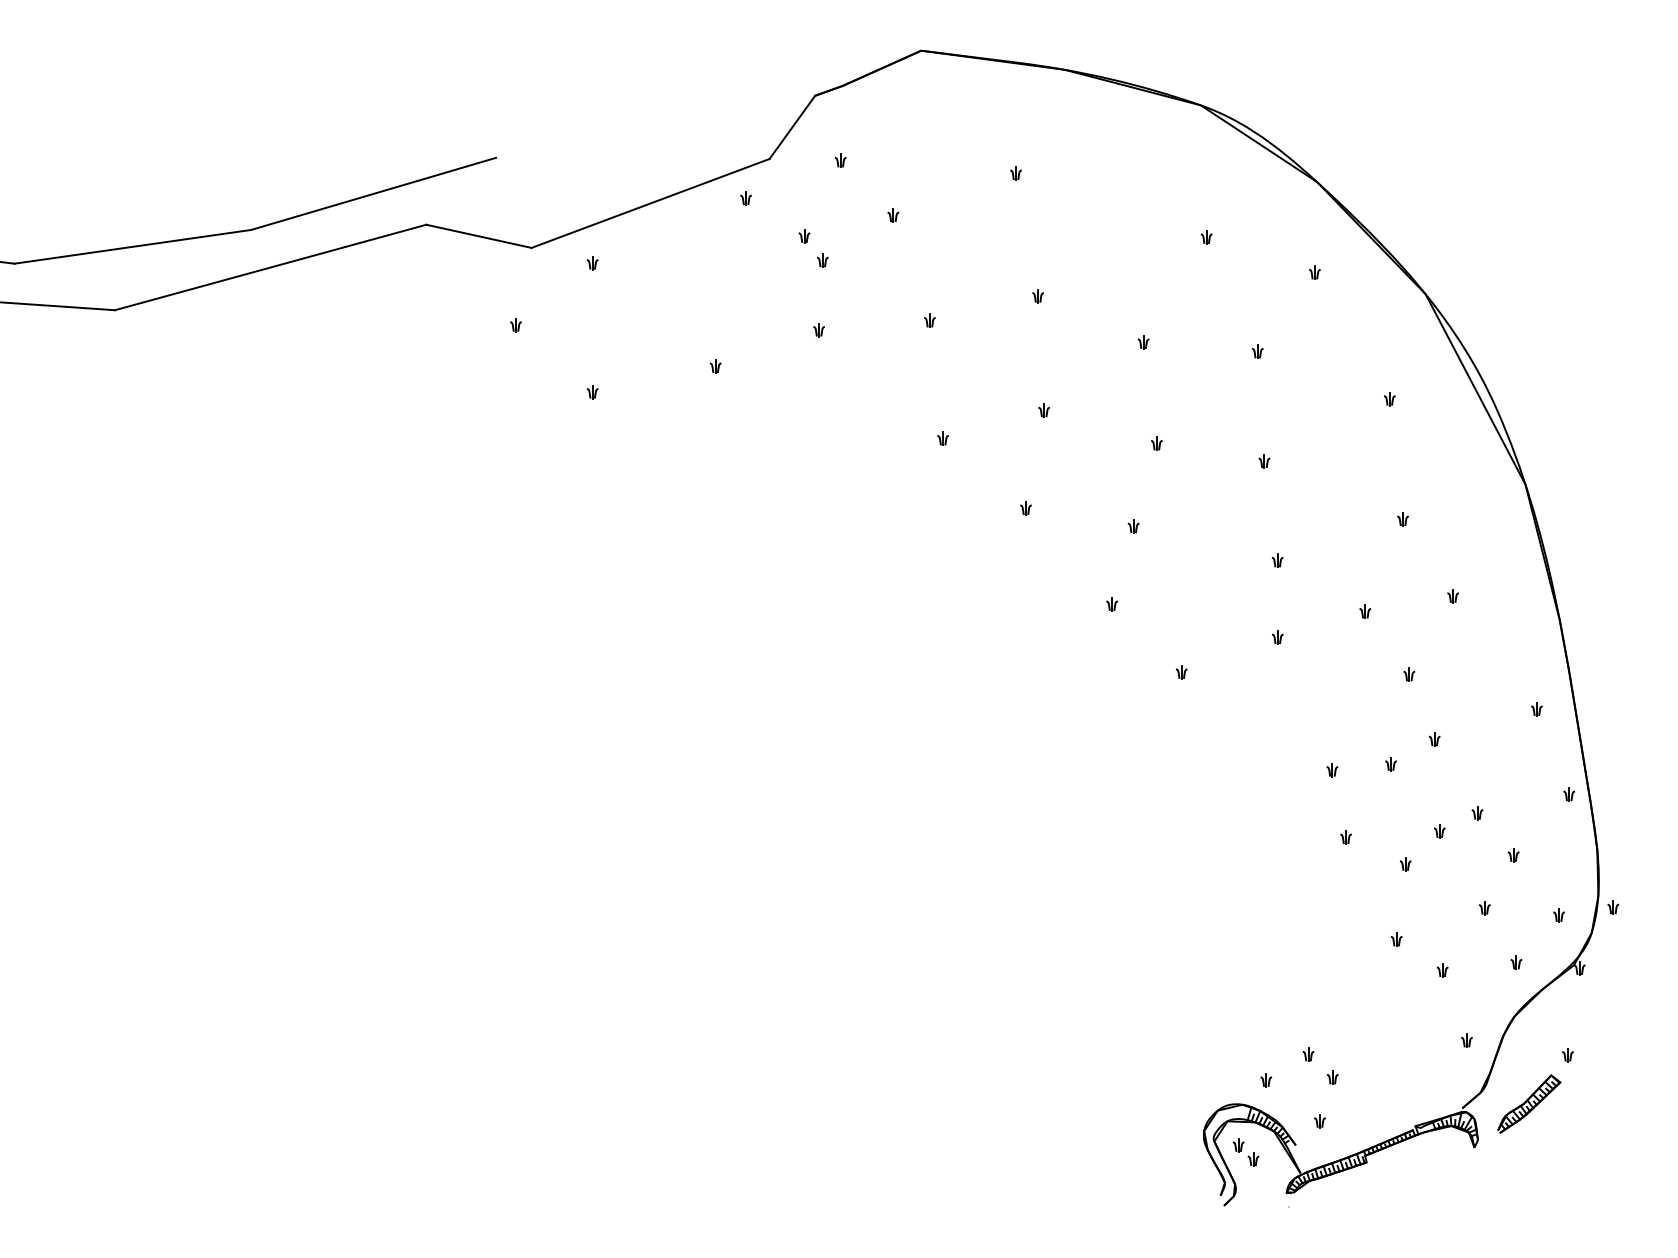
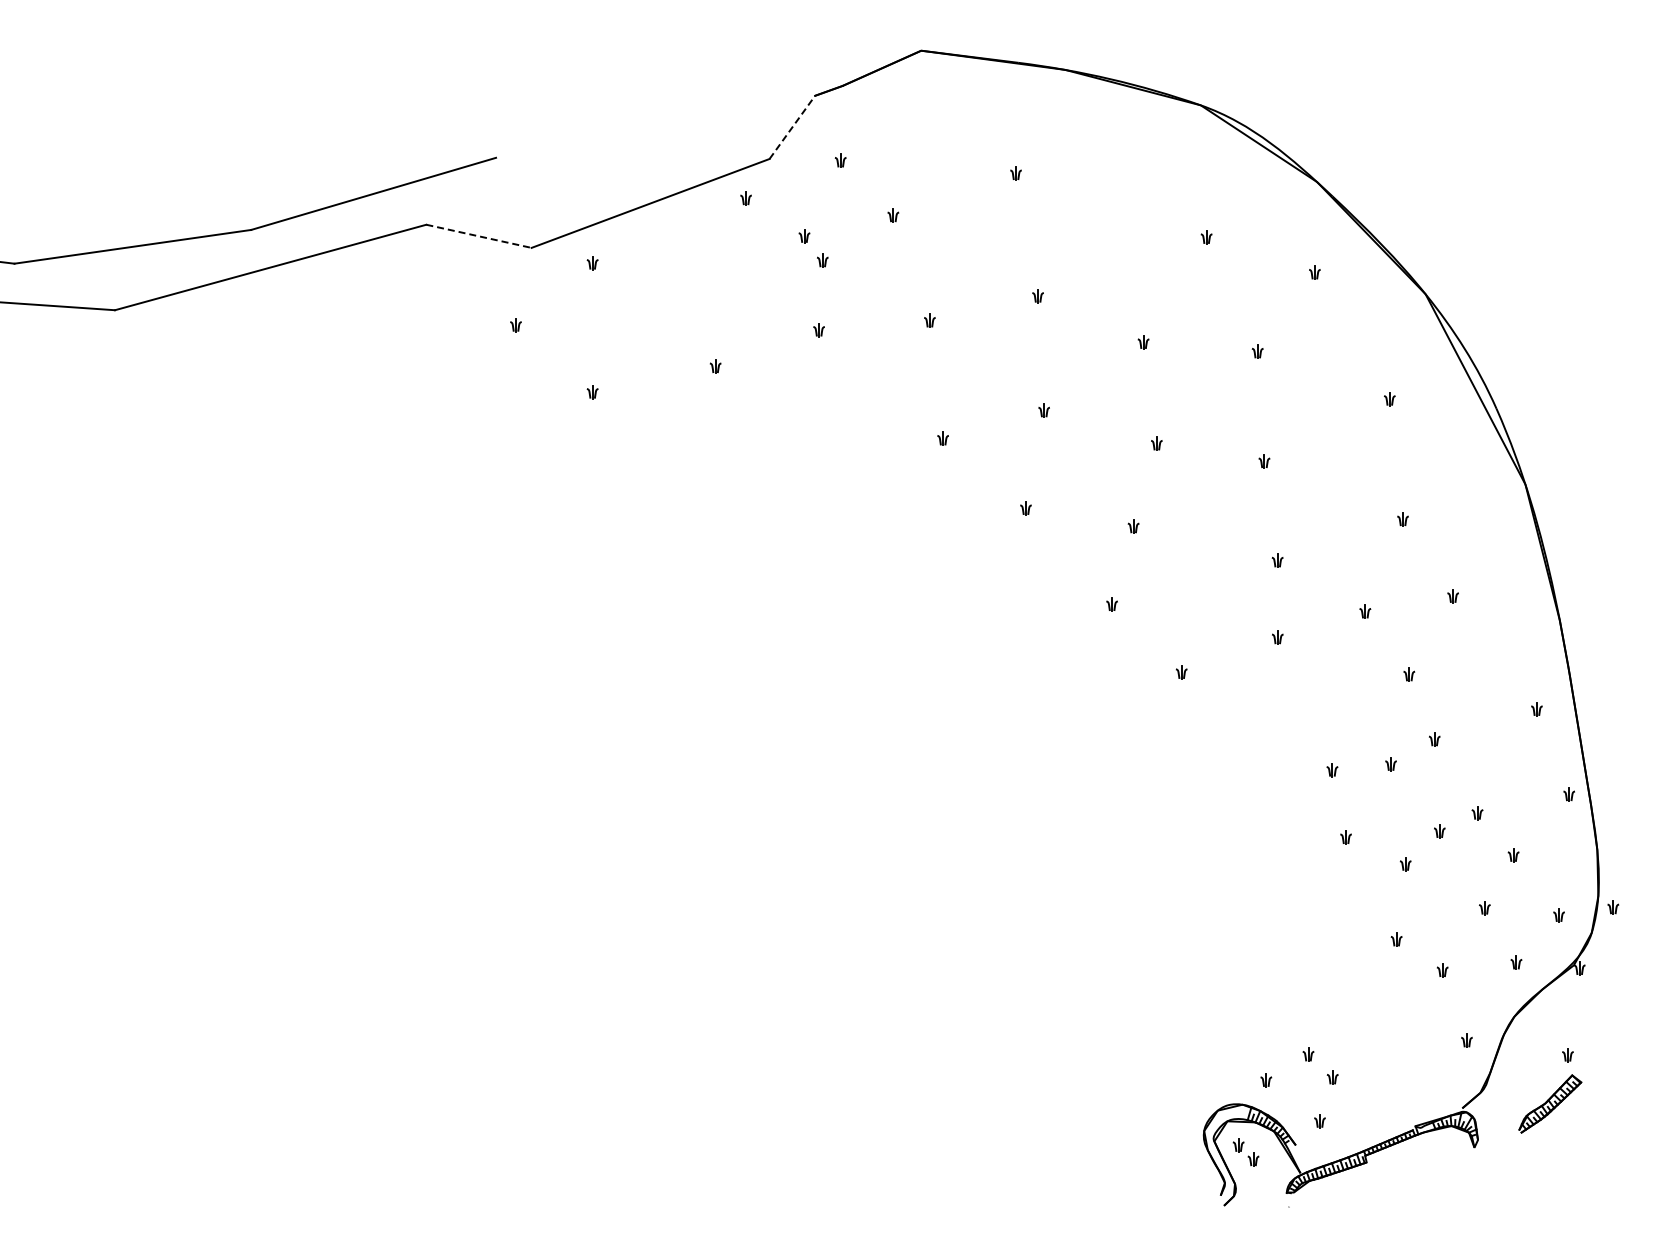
line at (792, 127): solid -> dashed
line at (478, 236): solid -> dashed
part at (1529, 1103) position: (1529, 1103) -> (1550, 1103)
